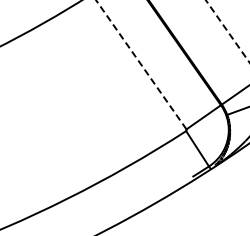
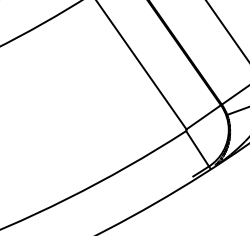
line at (228, 31): dashed -> solid
line at (141, 64): dashed -> solid
